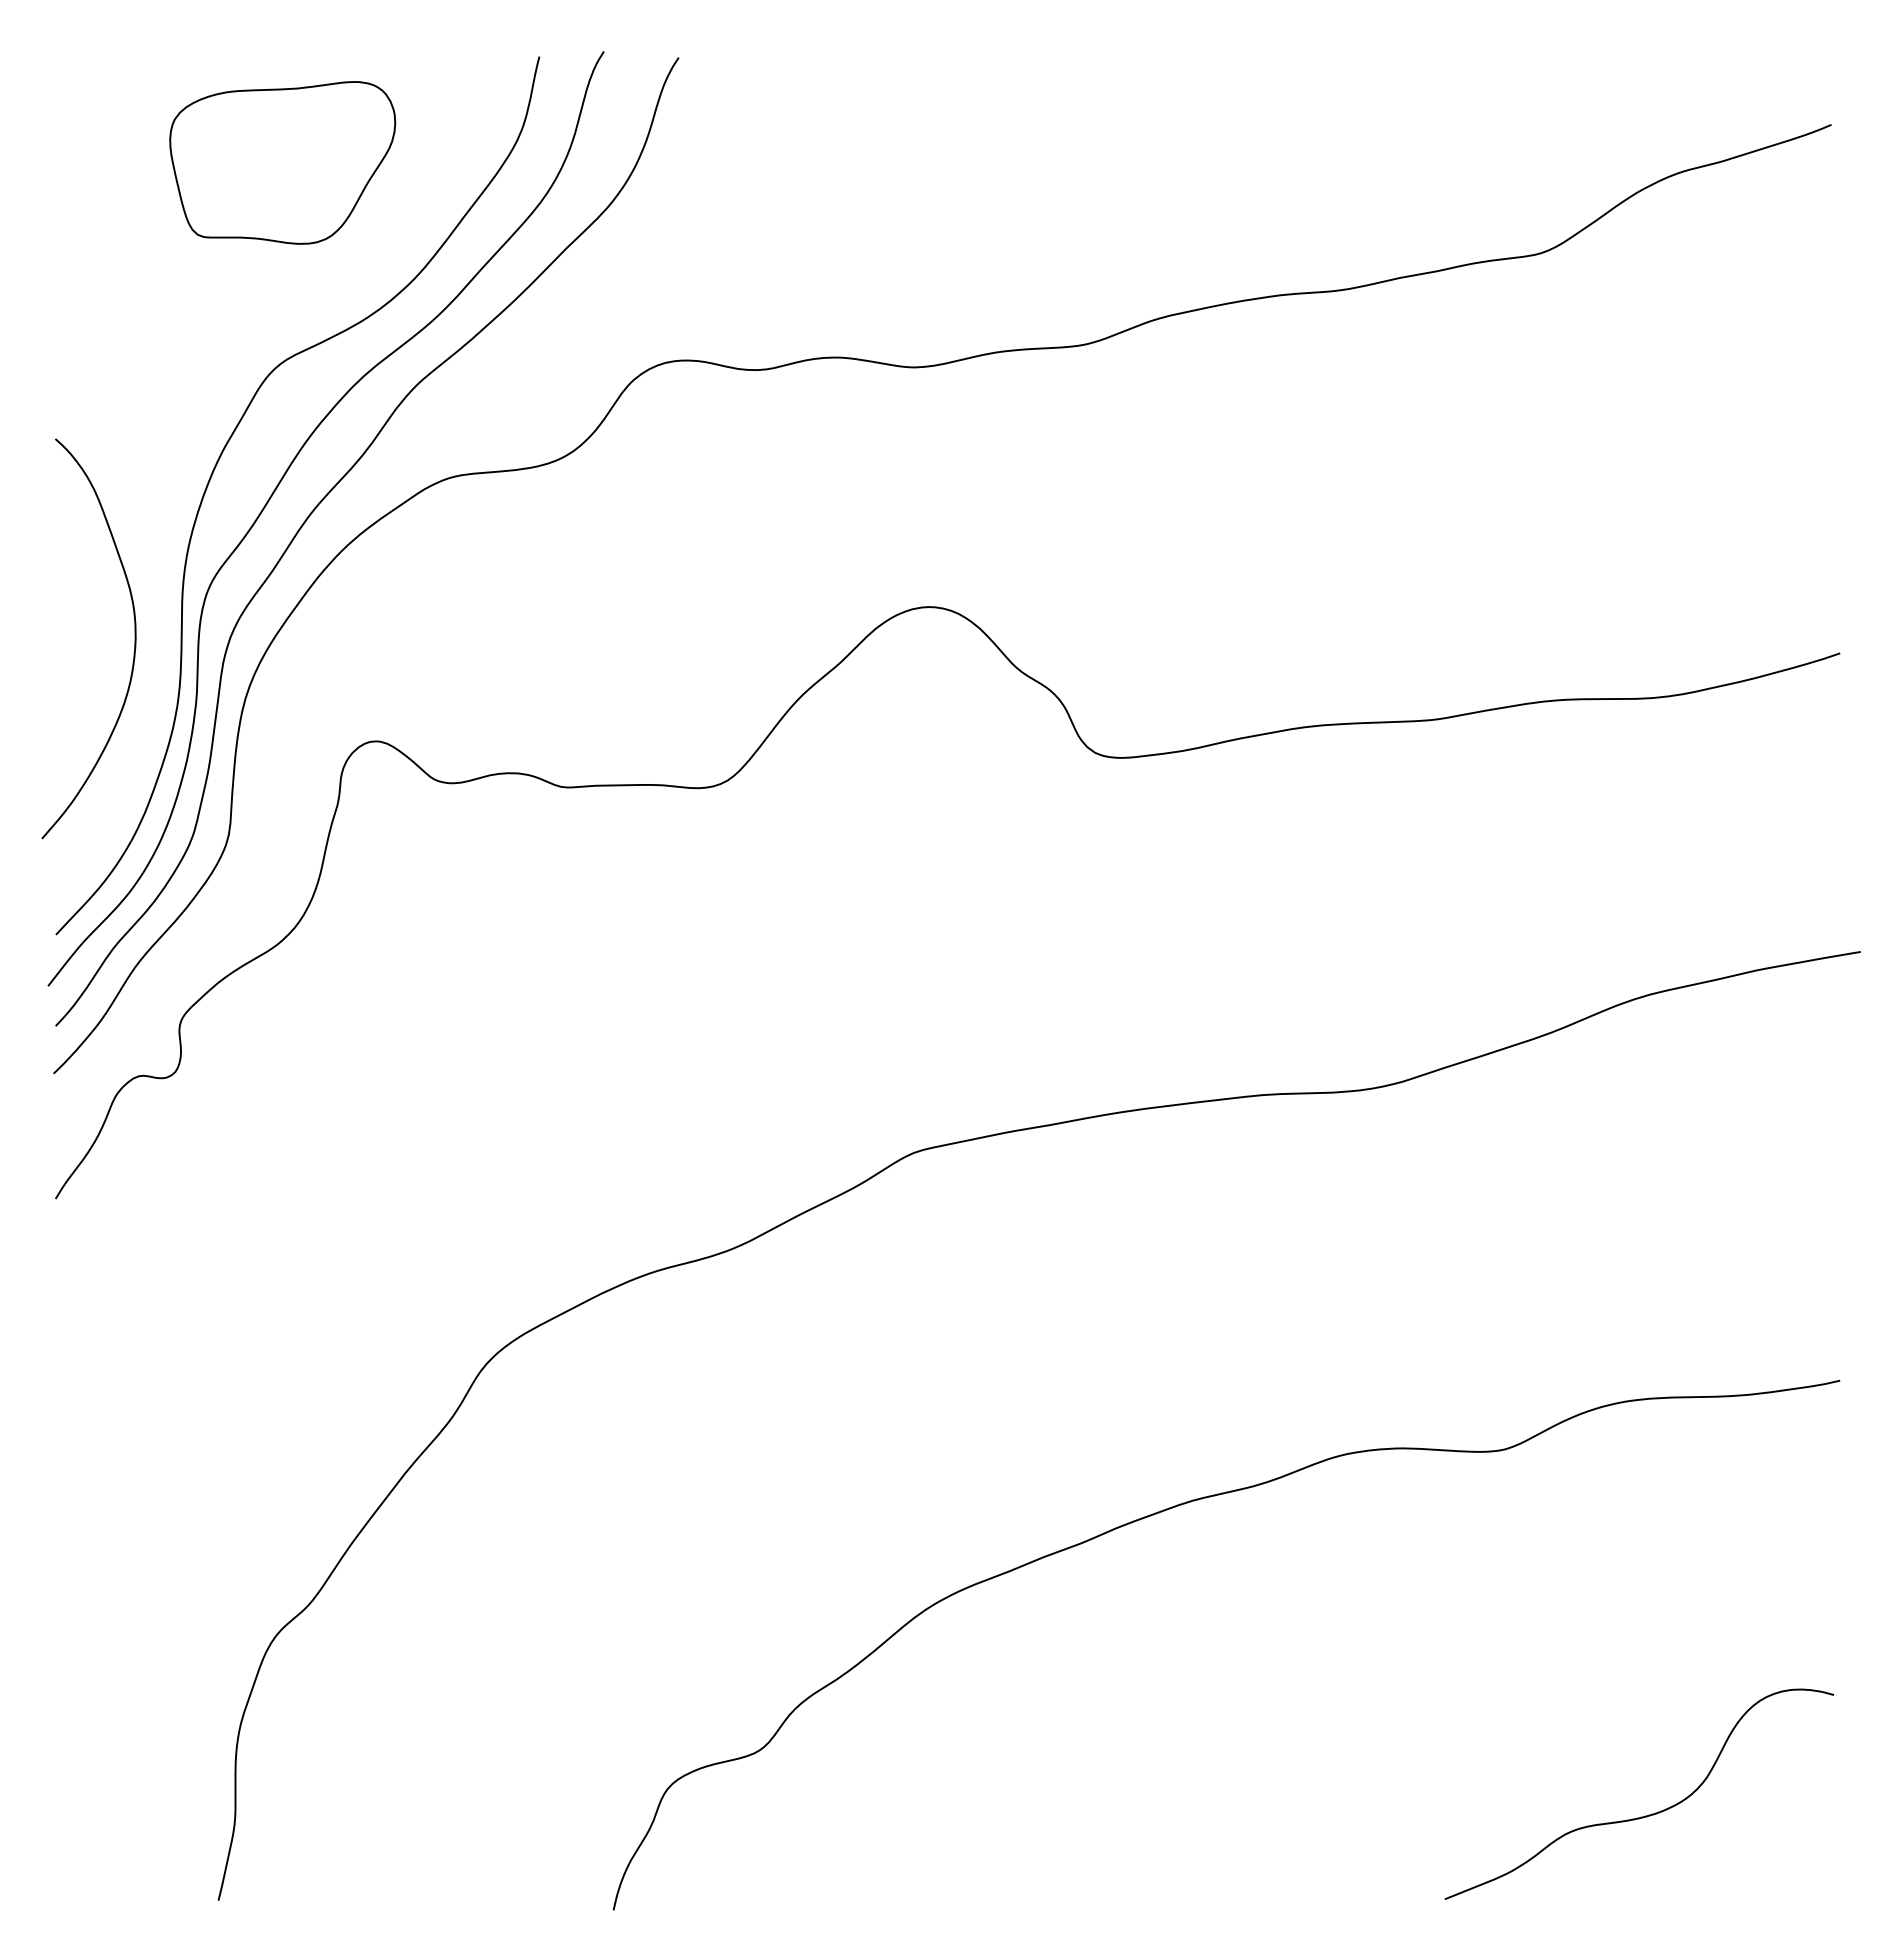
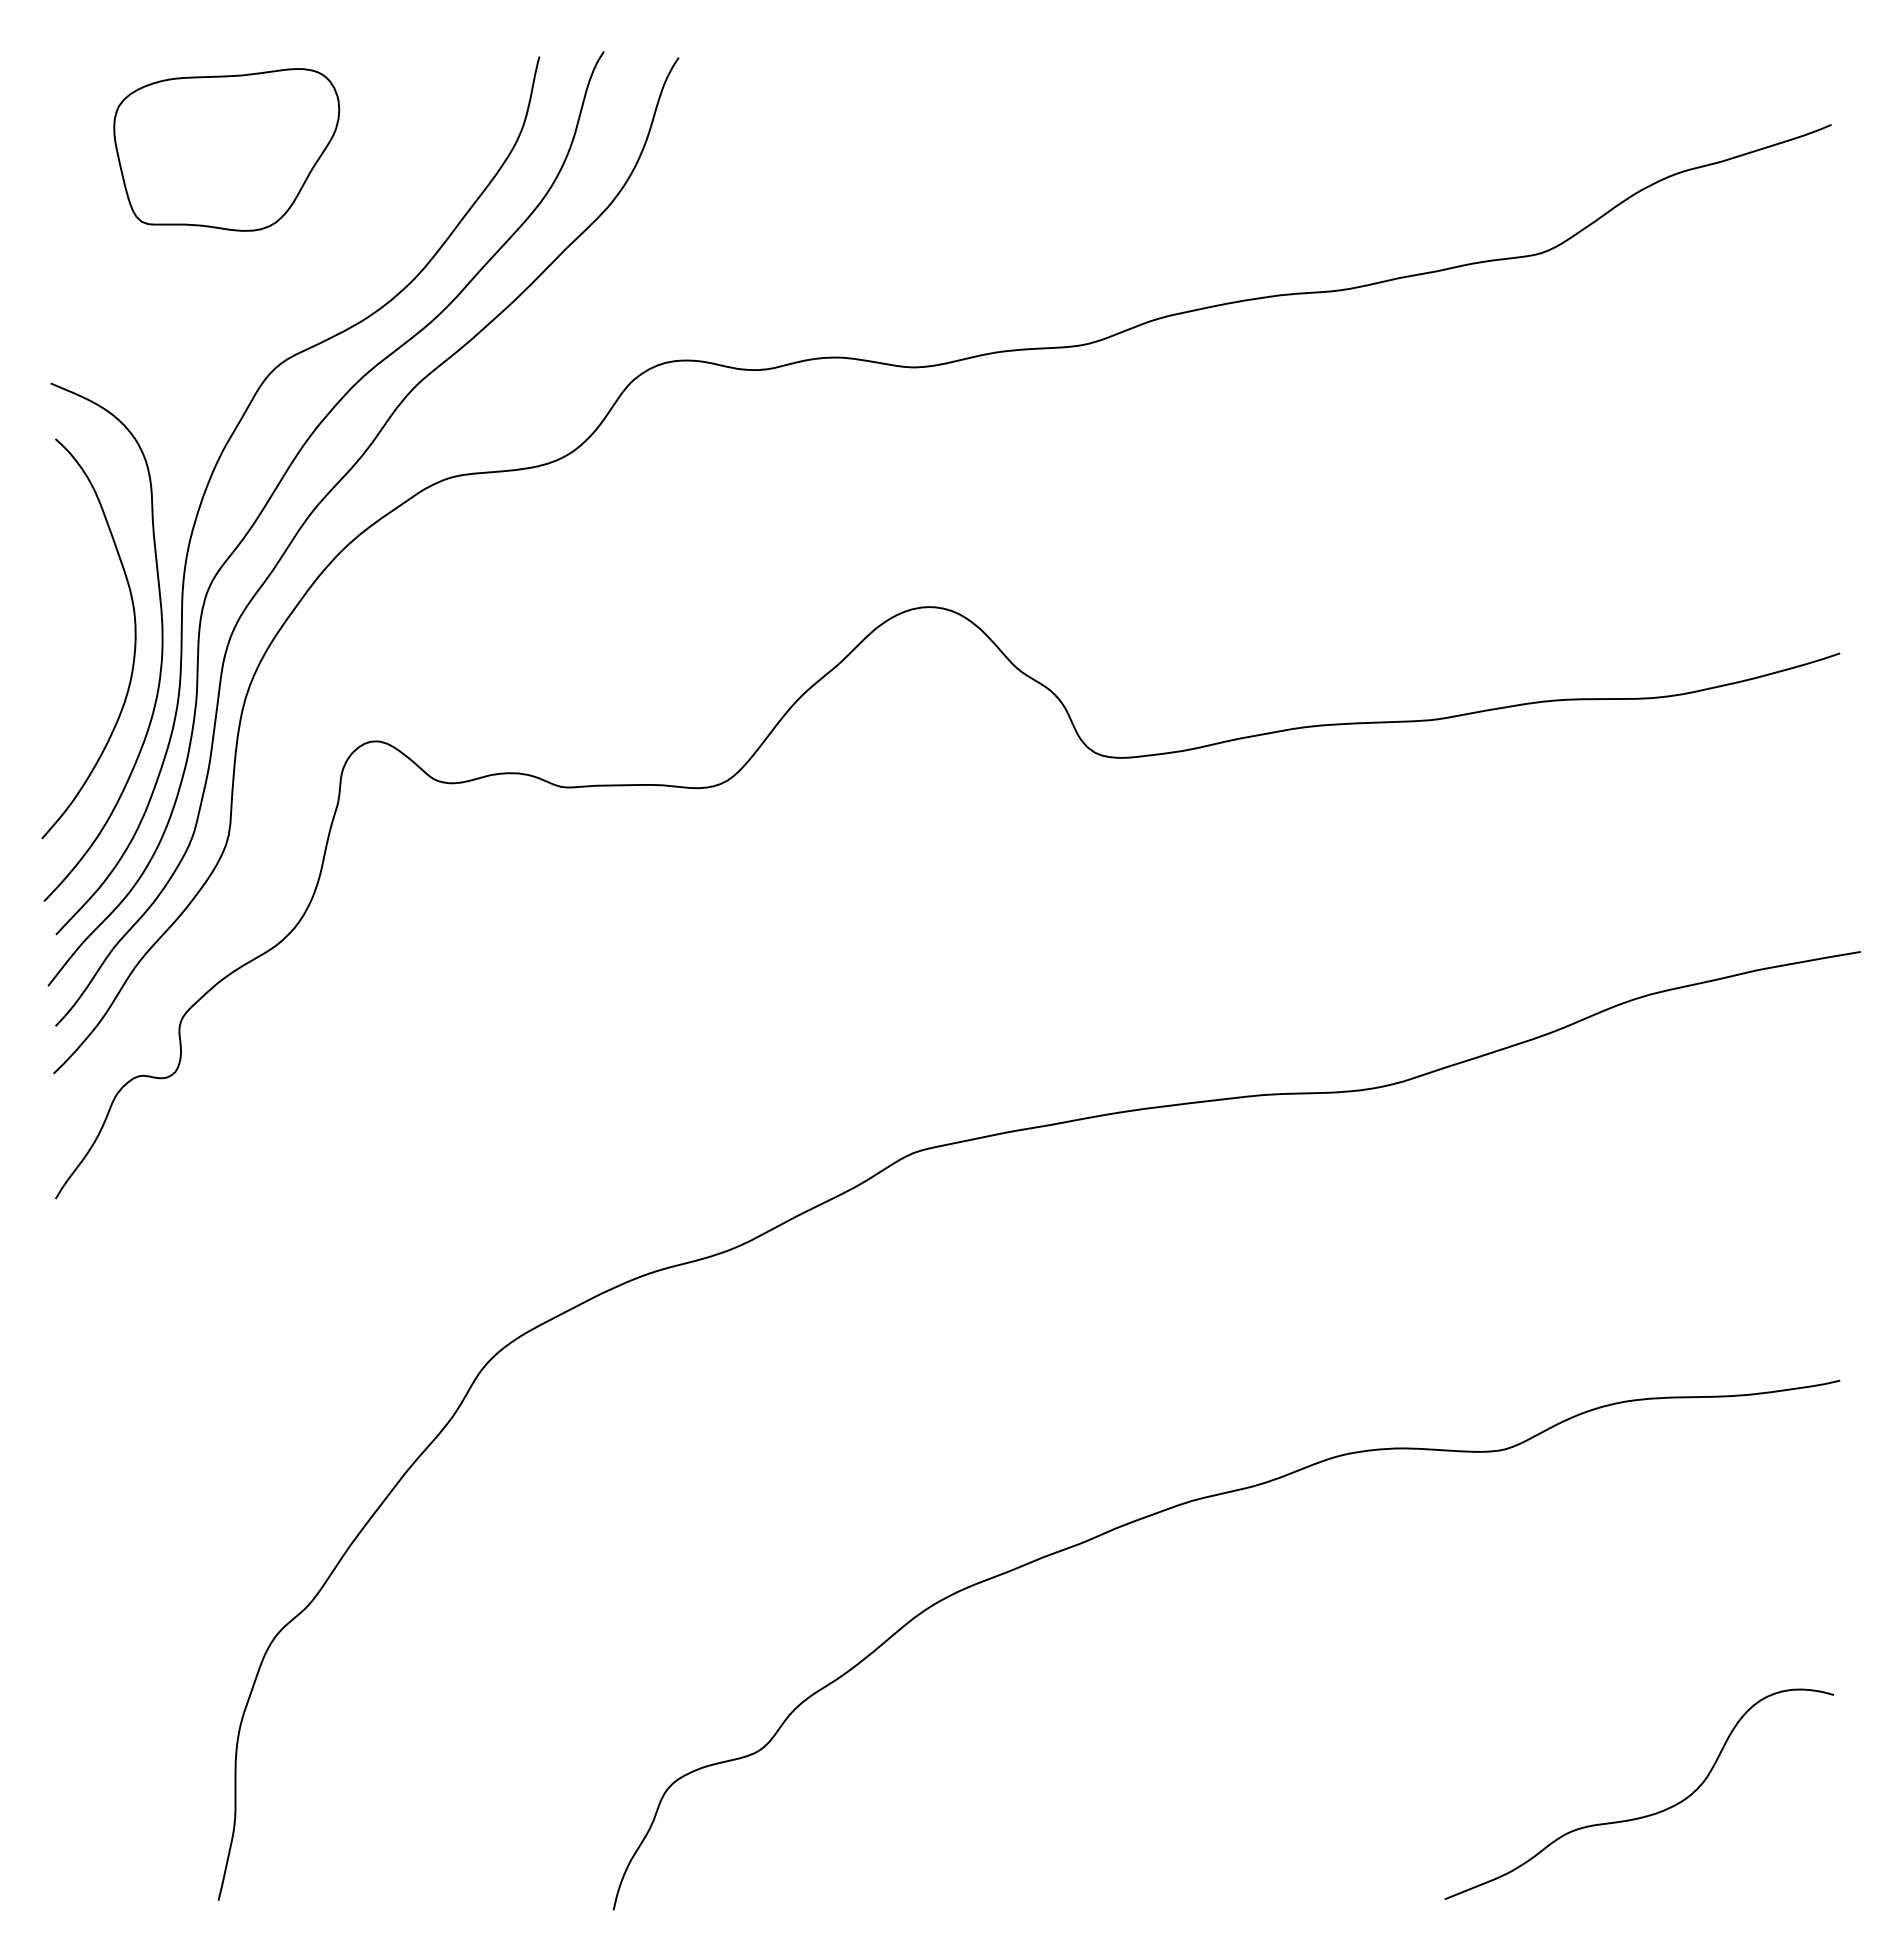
part at (282, 162) position: (282, 162) -> (226, 149)
curve at (161, 641): none -> present
